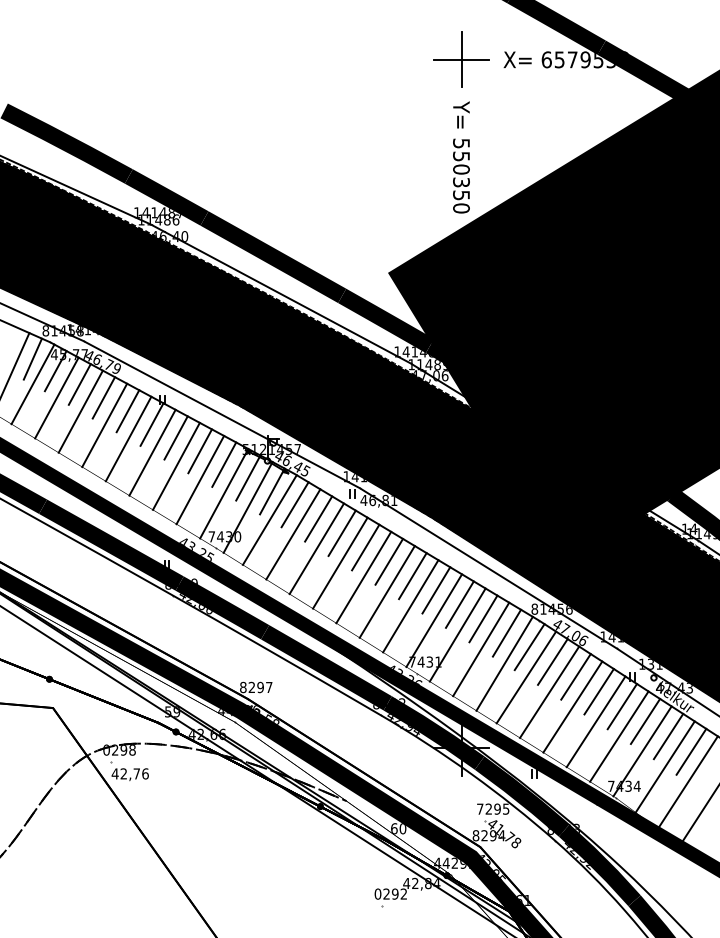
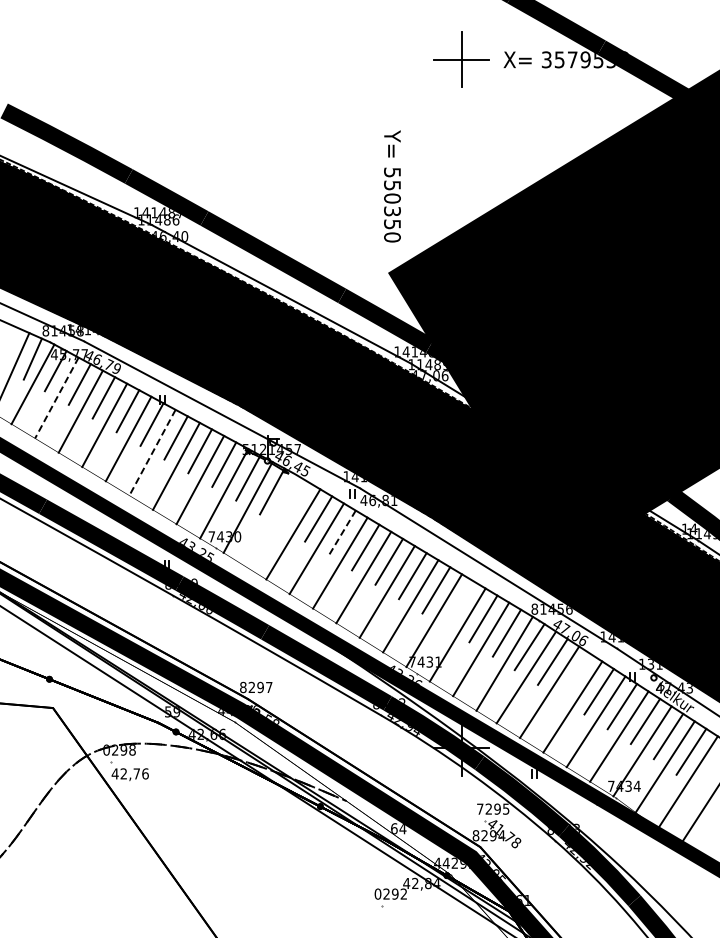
text at (546, 59): 6579550 -> 3579550
text at (461, 157) position: (461, 157) -> (392, 186)
line at (56, 398): solid -> dashed
line at (152, 452): solid -> dashed
line at (294, 504): present -> none
line at (269, 519): present -> none
line at (341, 533): solid -> dashed
line at (459, 604): present -> none
line at (575, 676): present -> none
text at (402, 828): 60 -> 64
